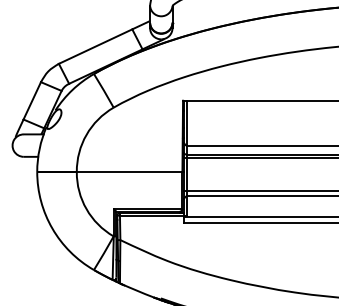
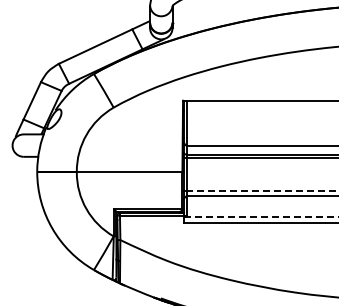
line at (262, 191): solid -> dashed
line at (261, 216): solid -> dashed
